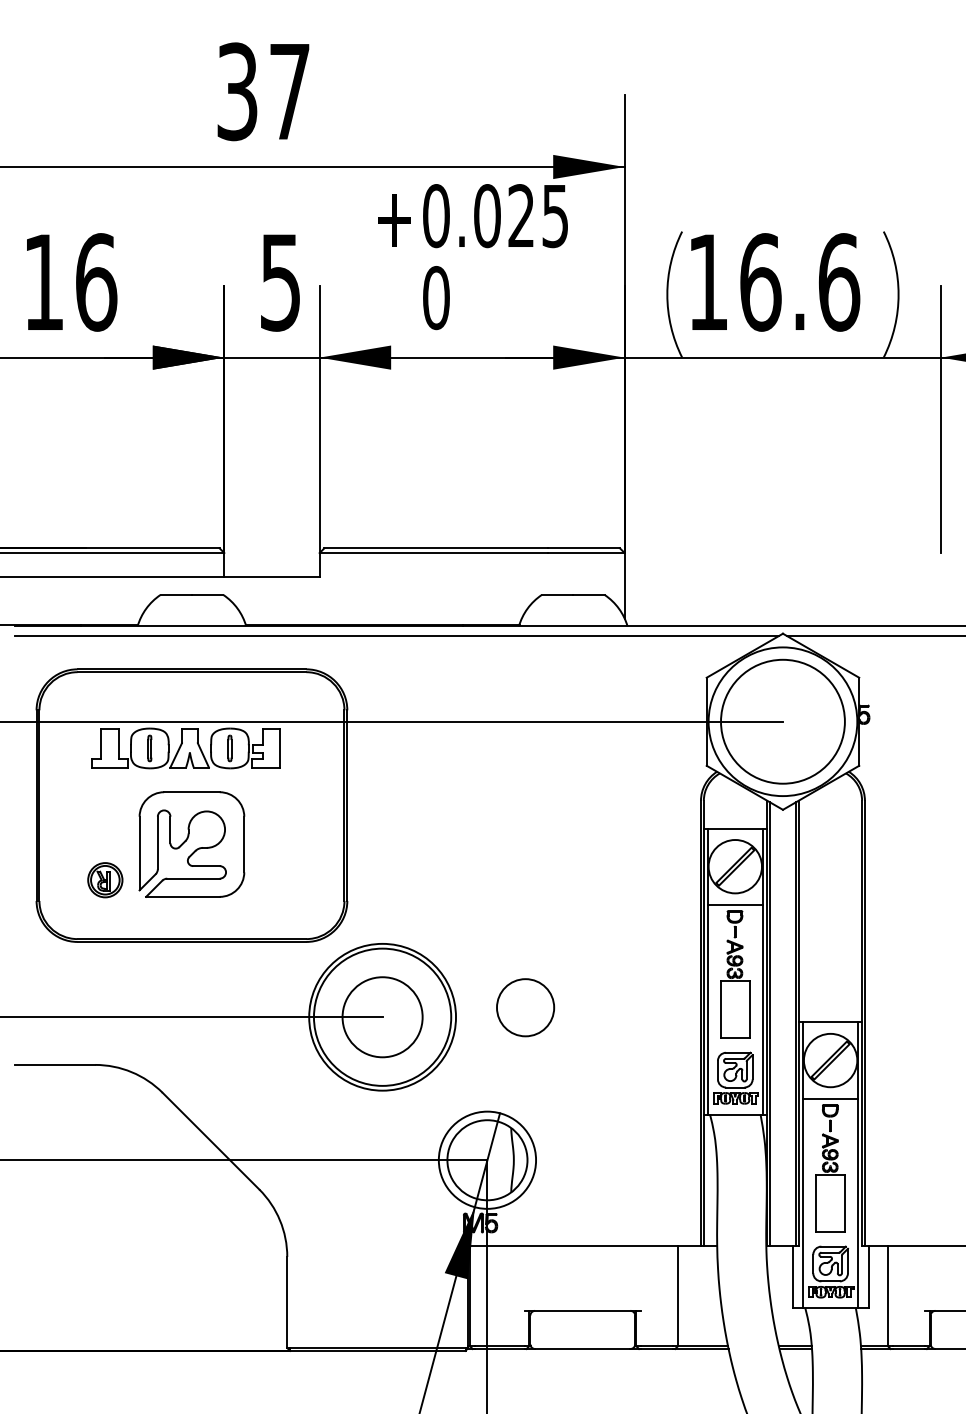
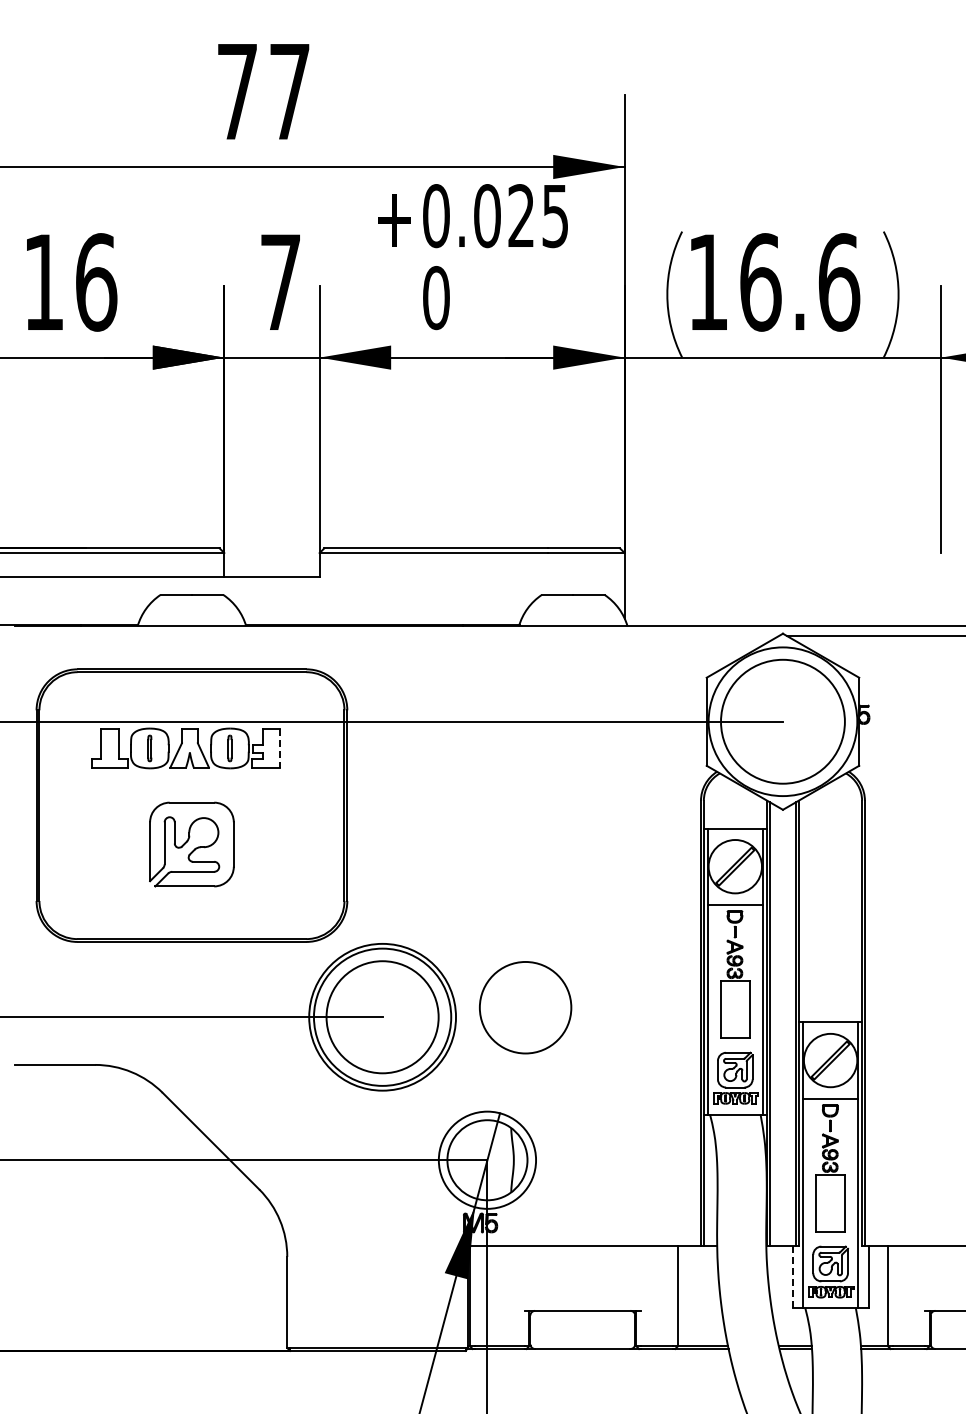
text at (237, 91): 37 -> 77
text at (280, 282): 5 -> 7
line at (396, 635): present -> none
line at (279, 748): solid -> dashed
part at (191, 844) size: 108x107 px -> 86x87 px
part at (105, 880): present -> none
circle at (525, 1007) diameter: 57 px -> 92 px
circle at (382, 1017) diameter: 80 px -> 112 px
line at (792, 1277): solid -> dashed
